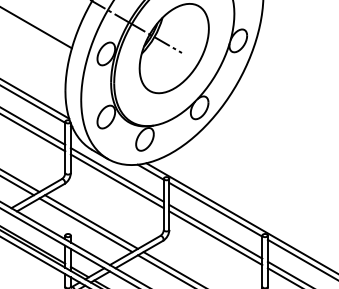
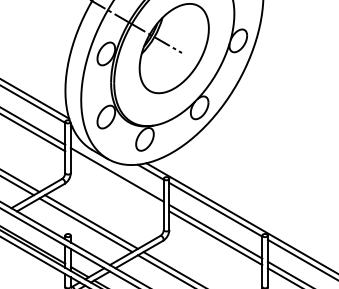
line at (36, 28): present -> none
line at (116, 181): present -> none
